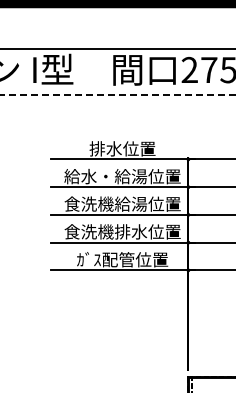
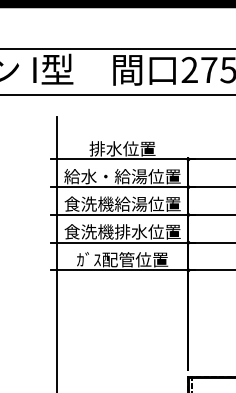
line at (118, 95): dashed -> solid
line at (56, 252): none -> present
